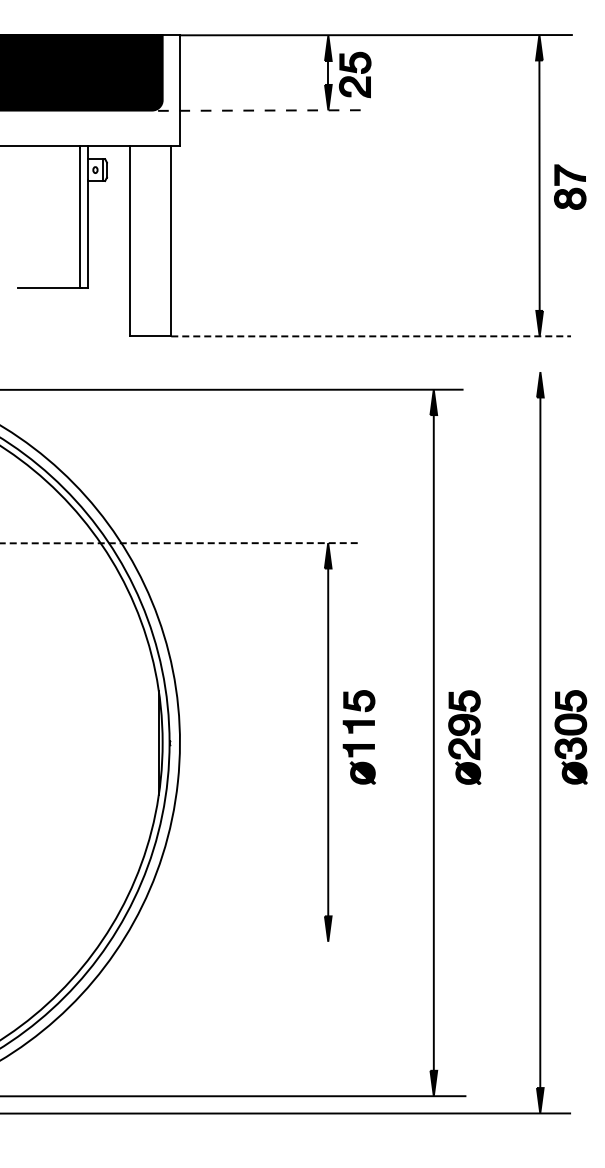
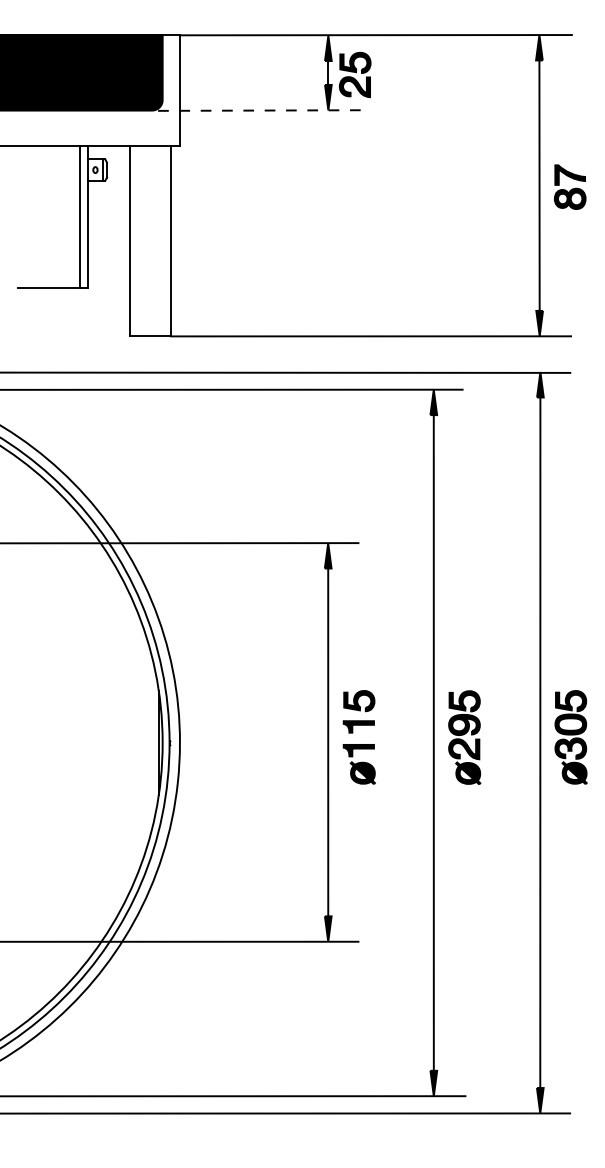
line at (371, 336): dashed -> solid
line at (286, 372): none -> present
line at (179, 543): dashed -> solid
line at (180, 941): none -> present
